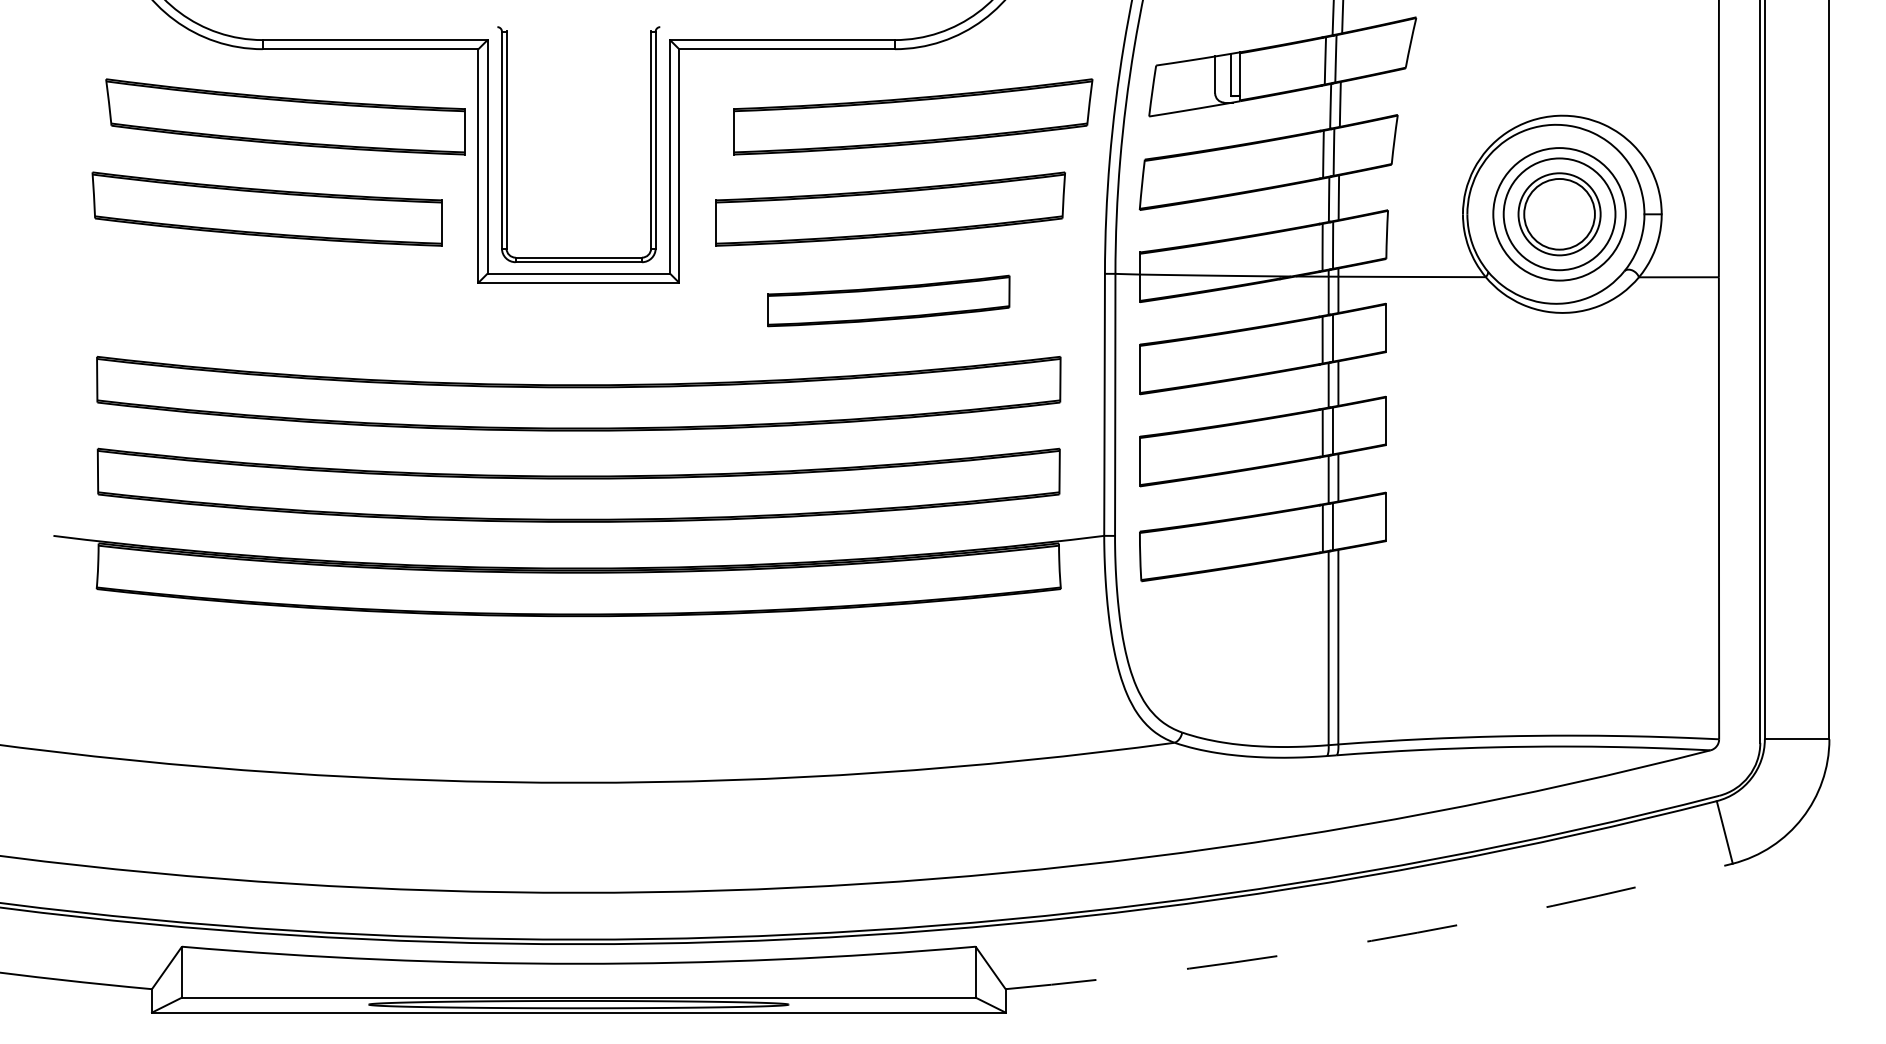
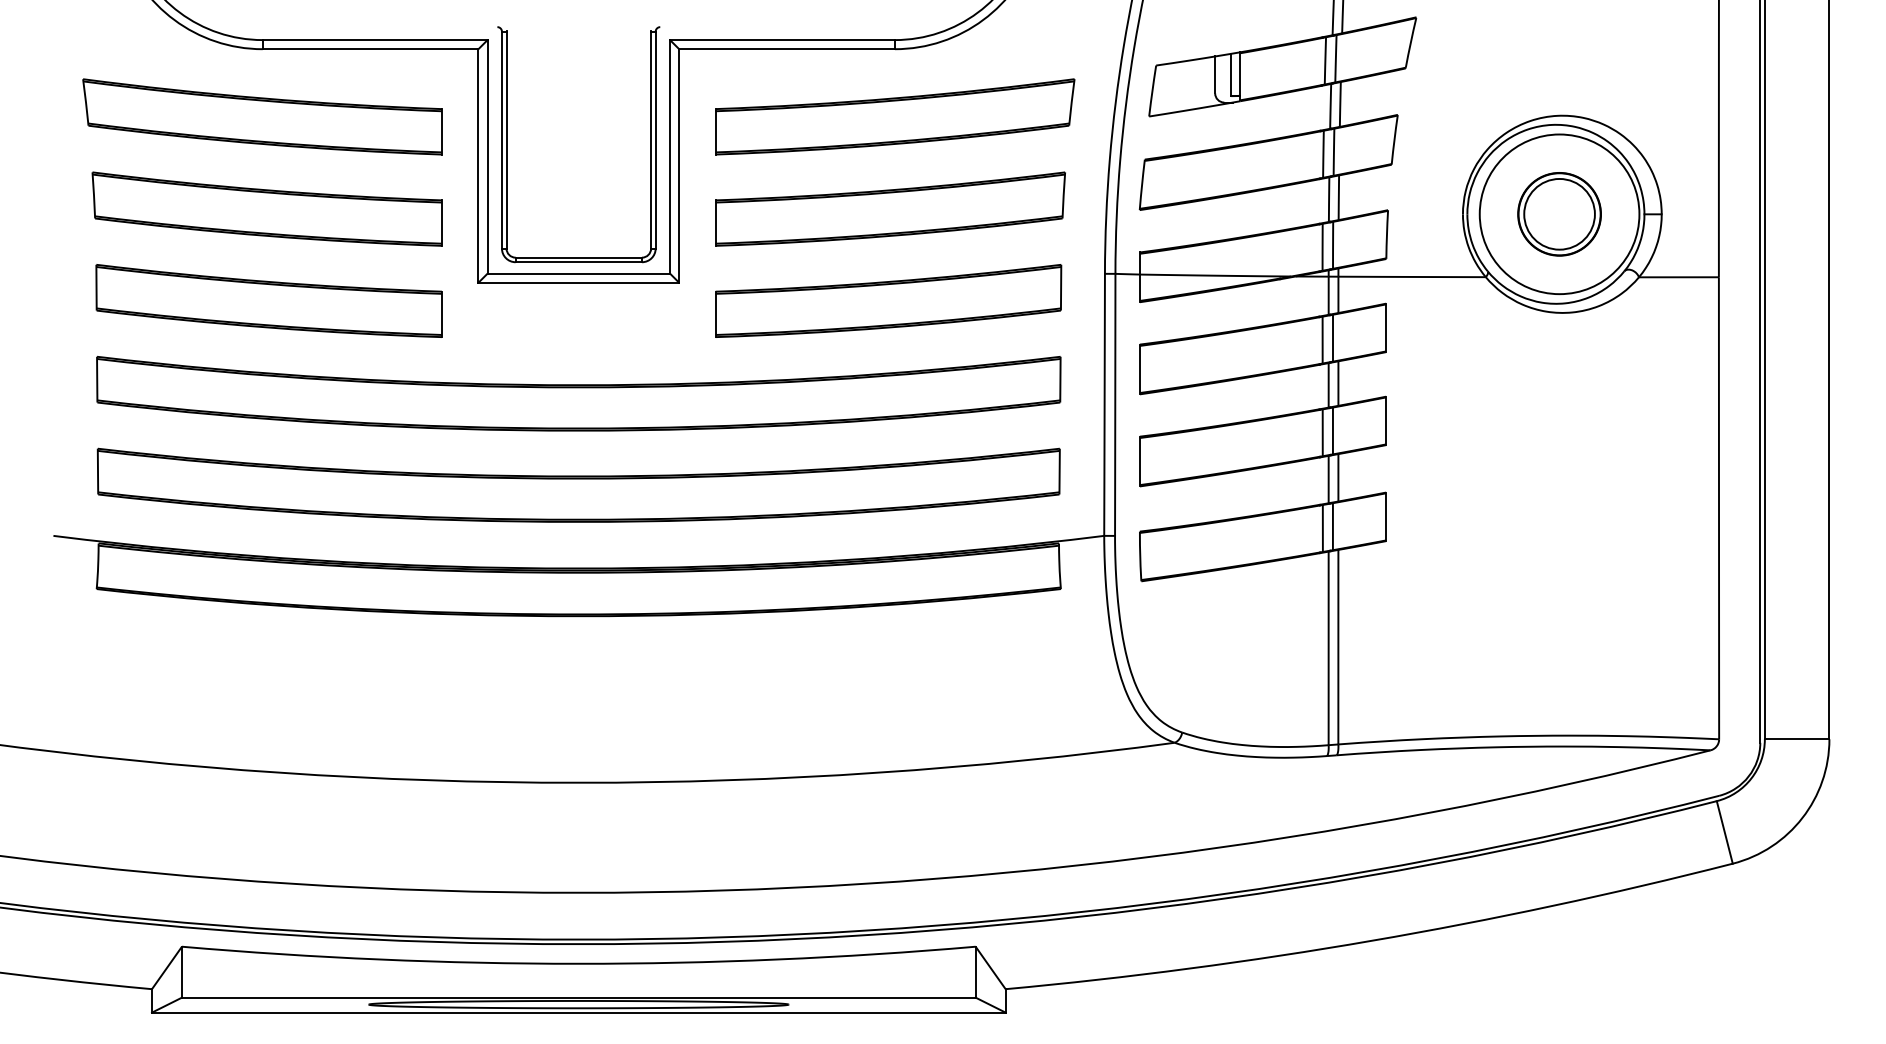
part at (285, 116) position: (285, 116) -> (262, 116)
part at (913, 116) position: (913, 116) -> (895, 116)
circle at (1559, 214) diameter: 112 px -> 160 px
circle at (1559, 214) diameter: 133 px -> 83 px
part at (268, 300): none -> present
part at (888, 300) size: 244x54 px -> 348x74 px
arc at (1371, 940): dashed -> solid
